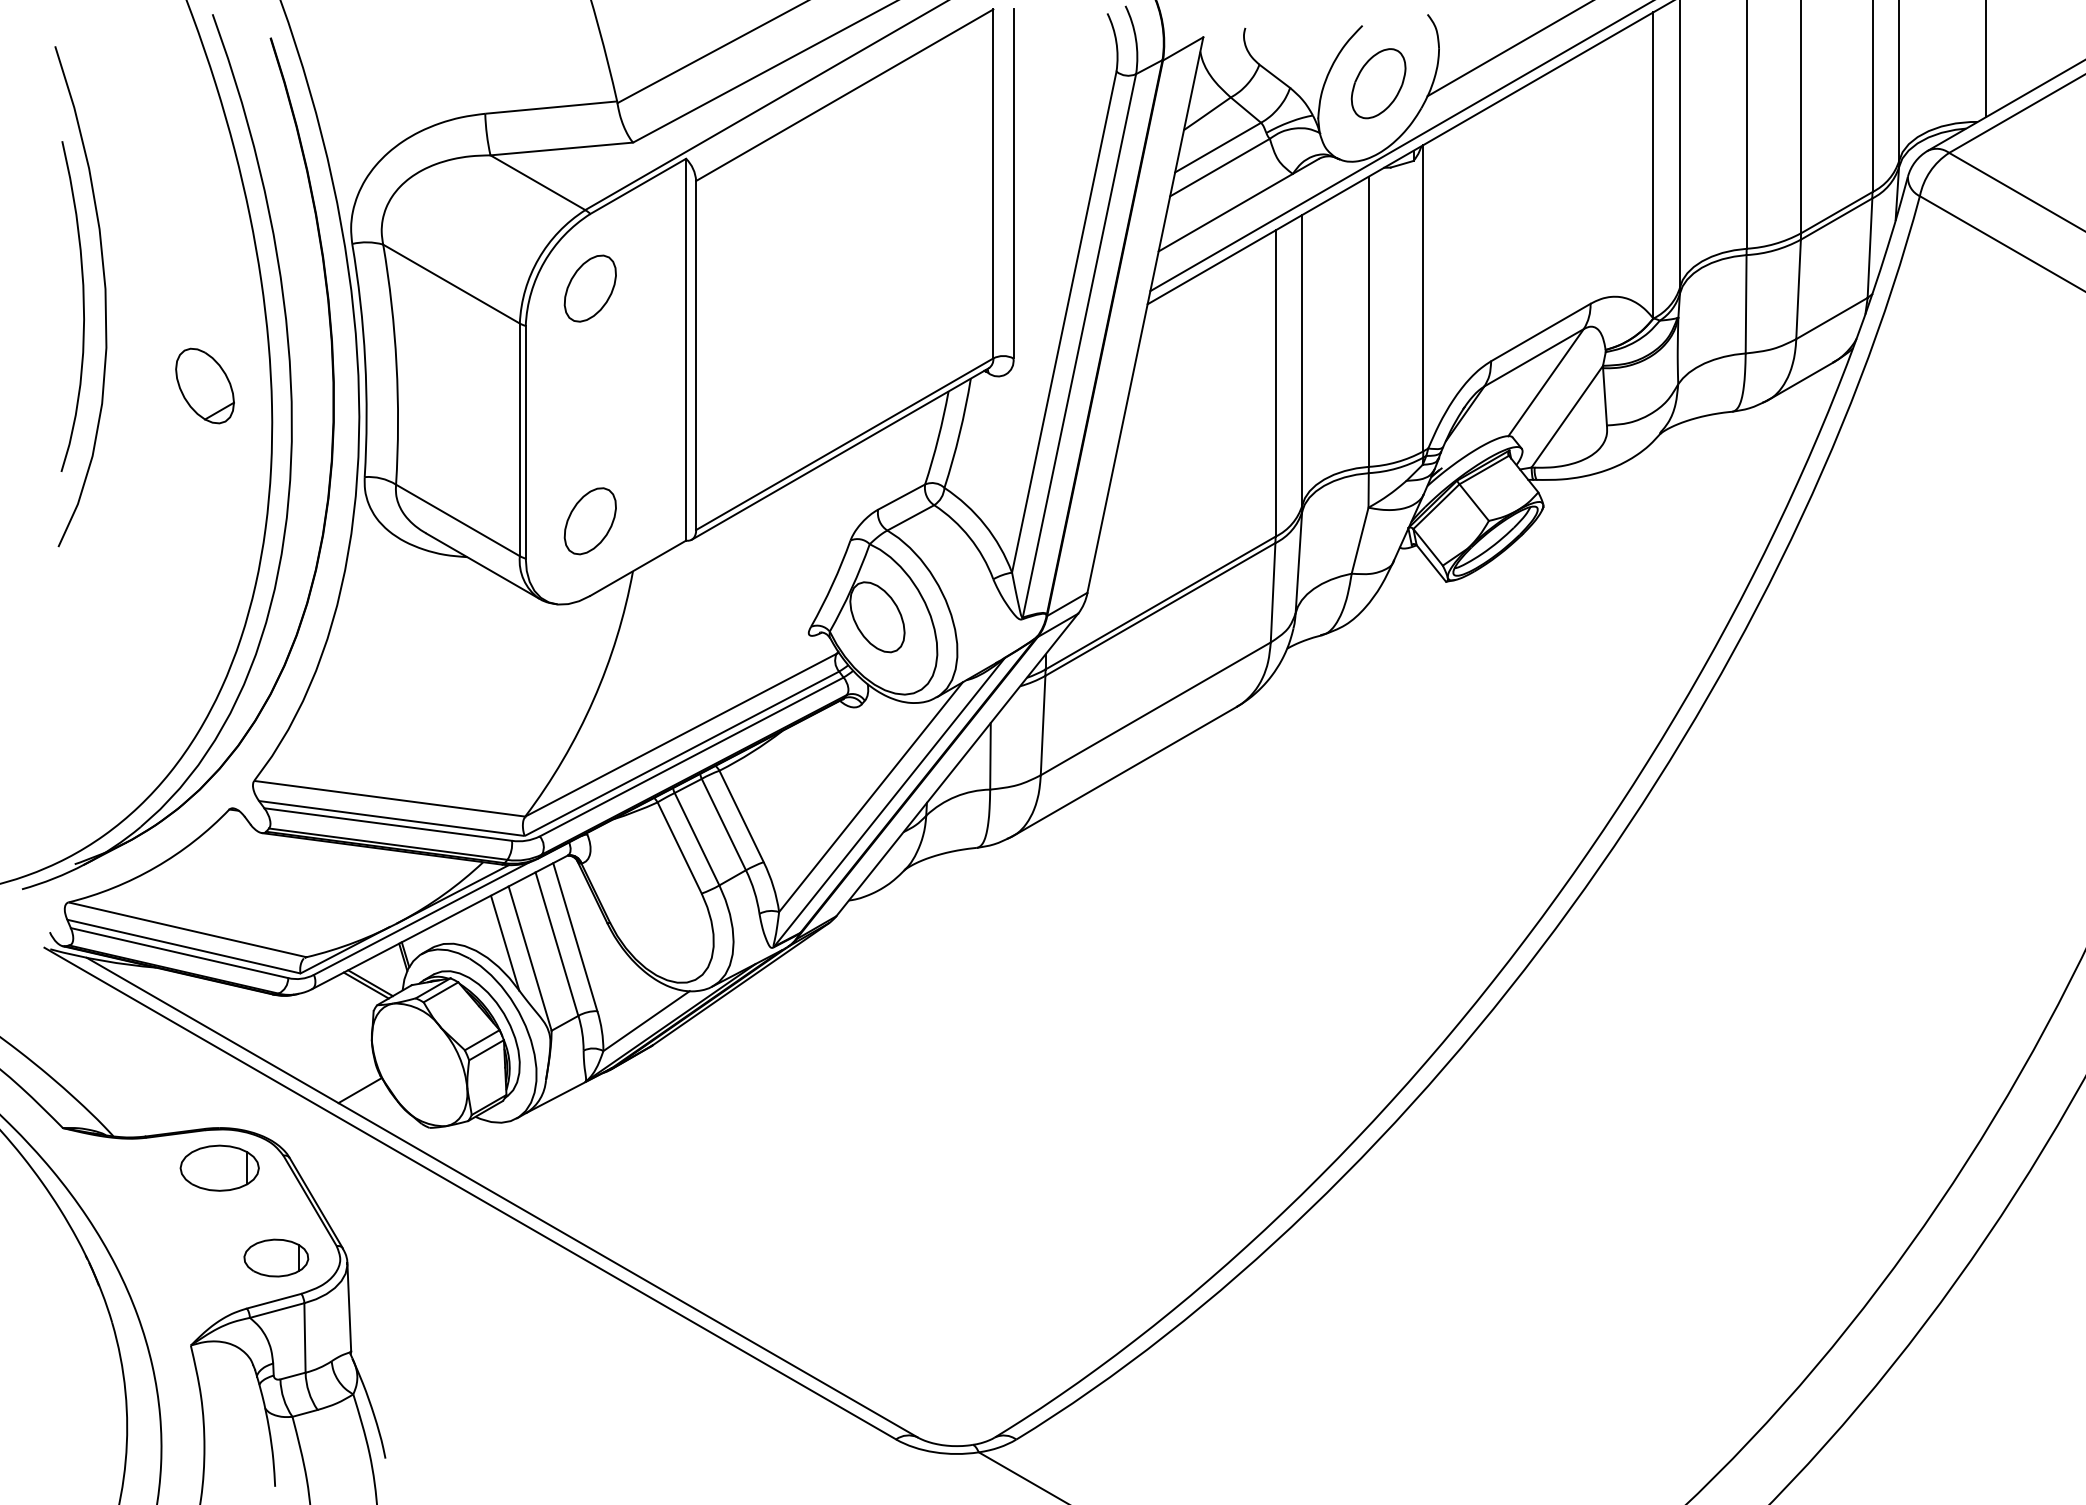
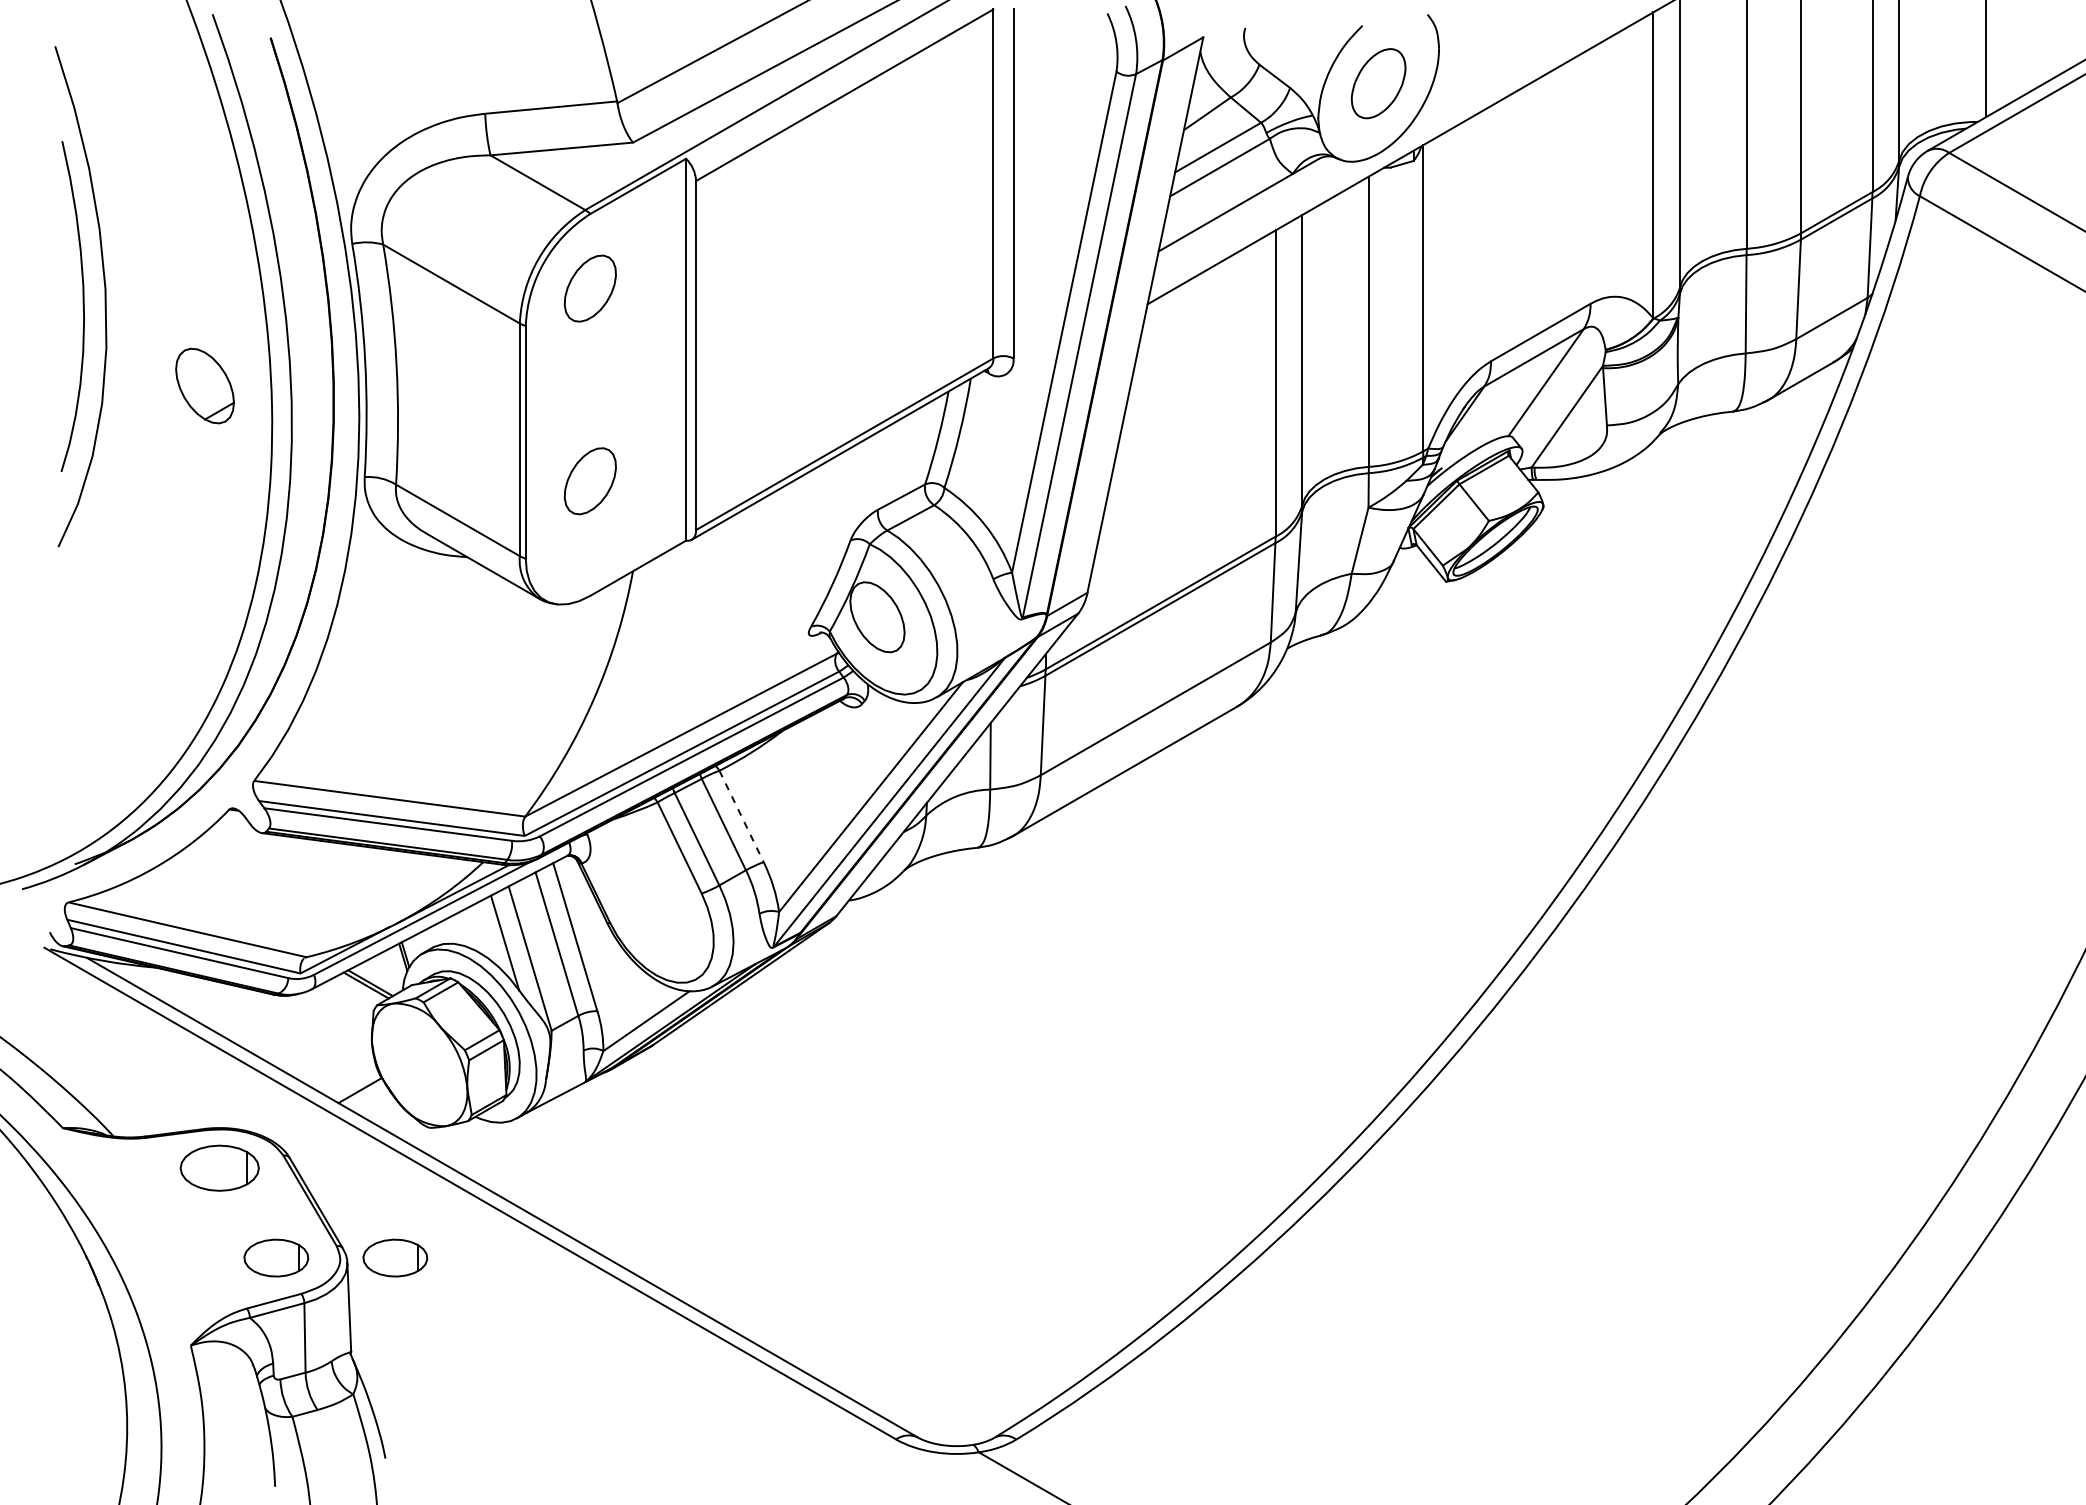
line at (1508, 49): present -> none
line at (1400, 146): present -> none
part at (589, 521) position: (589, 521) -> (589, 481)
line at (741, 816): solid -> dashed
part at (395, 1257): none -> present
